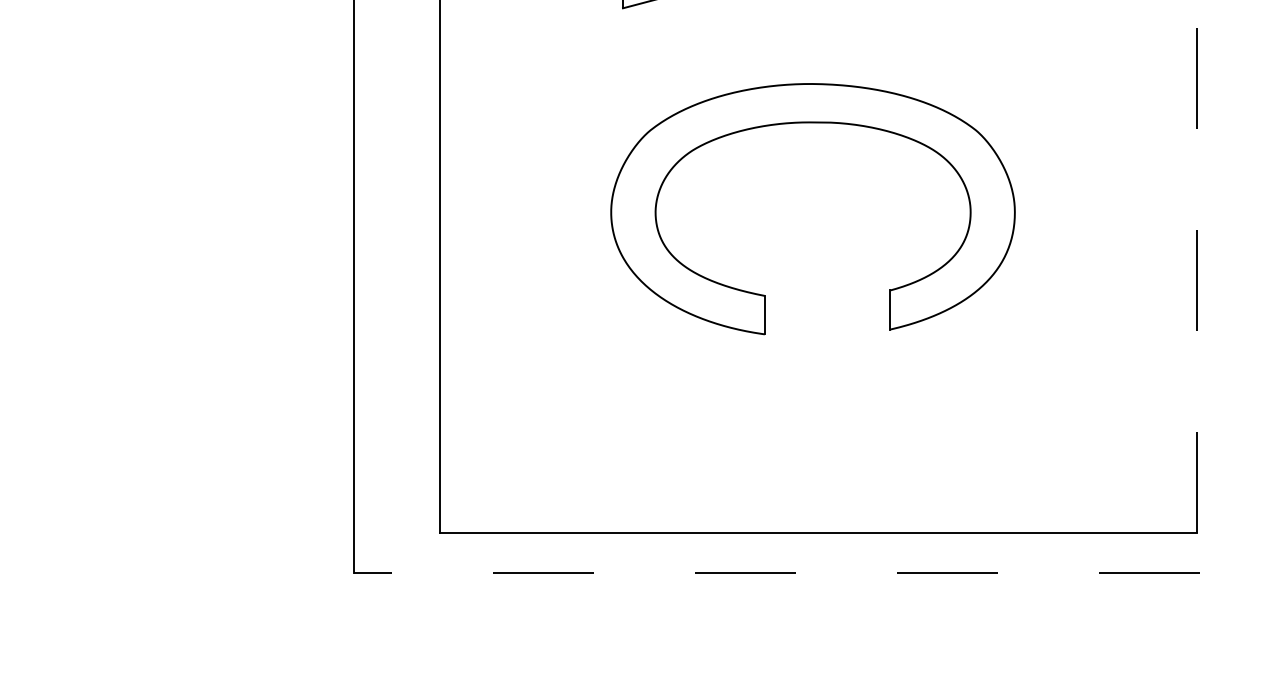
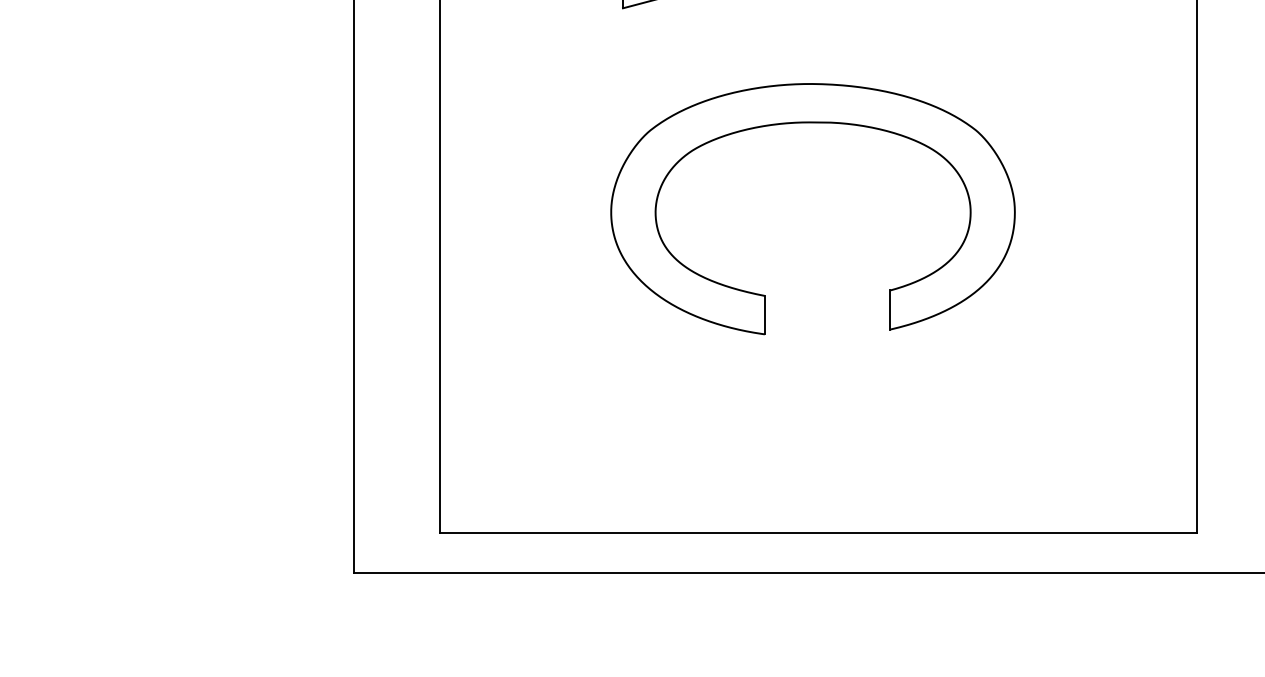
line at (1196, 265): dashed -> solid
line at (809, 573): dashed -> solid
